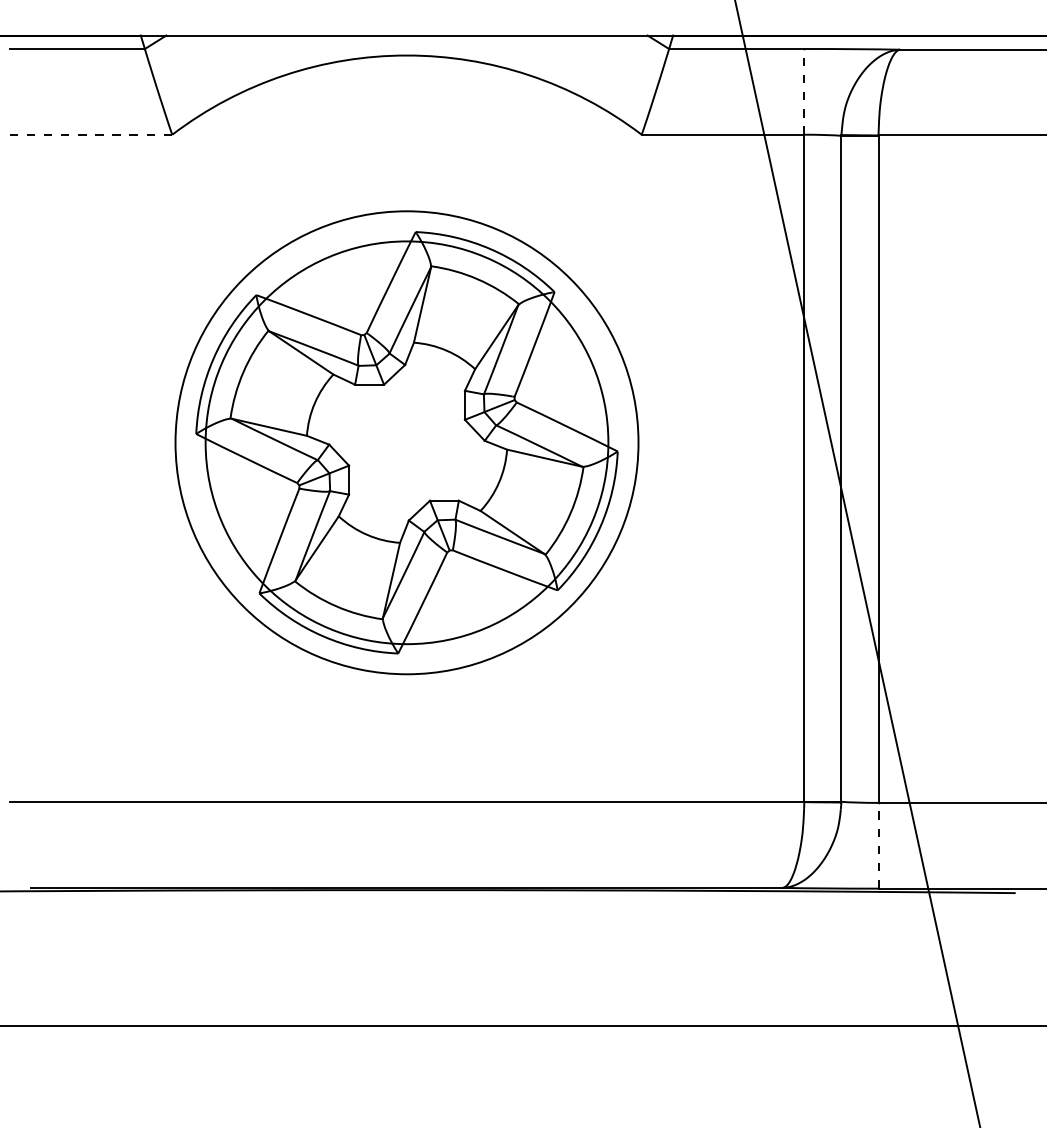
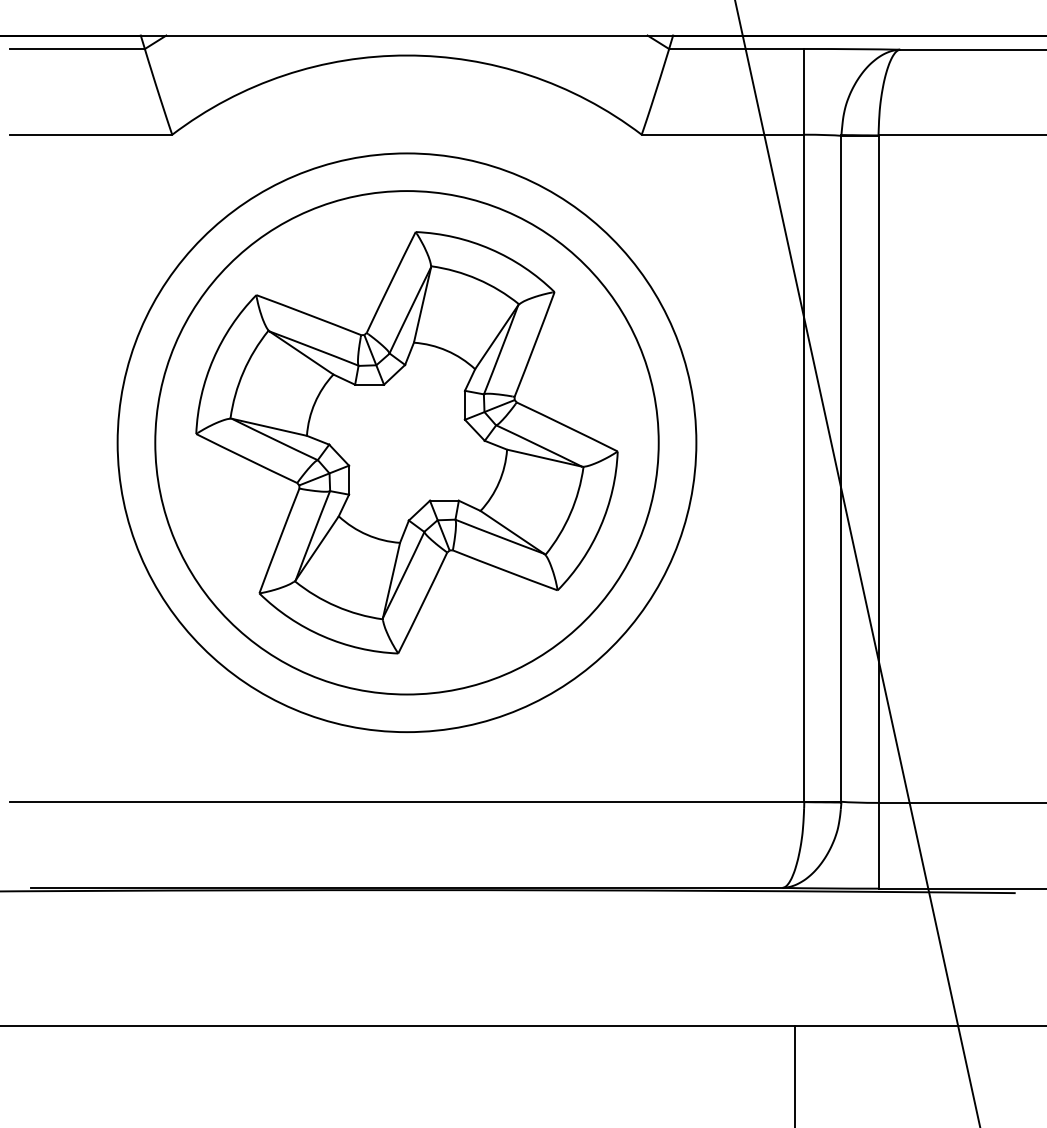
line at (804, 91): dashed -> solid
line at (90, 134): dashed -> solid
circle at (406, 442) diameter: 403 px -> 503 px
circle at (406, 442) diameter: 463 px -> 579 px
line at (878, 845): dashed -> solid
line at (794, 1074): none -> present
